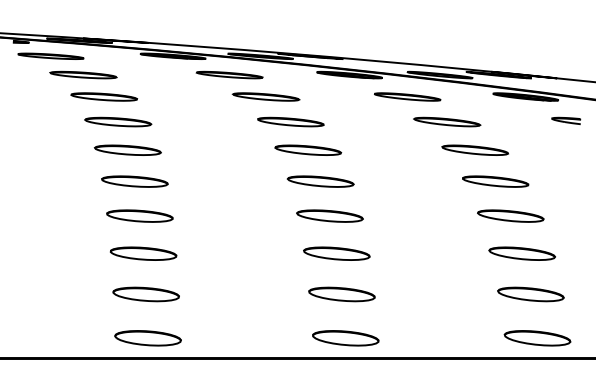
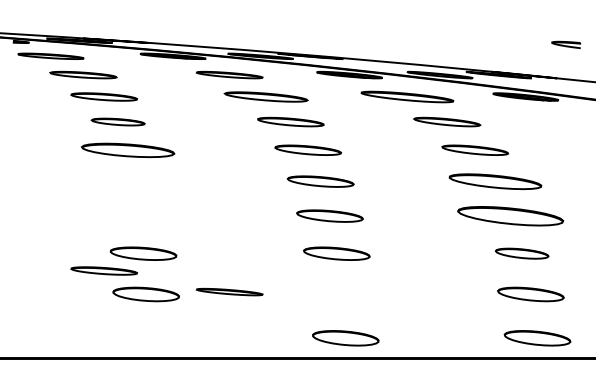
part at (265, 96) size: 70x10 px -> 86x12 px
part at (407, 96) size: 68x10 px -> 95x14 px
part at (566, 120) position: (566, 120) -> (566, 44)
part at (118, 121) size: 69x12 px -> 56x10 px
part at (127, 149) size: 69x12 px -> 95x17 px
part at (134, 181): present -> none
part at (495, 181) size: 68x13 px -> 95x18 px
part at (139, 215): present -> none
part at (510, 215) size: 68x14 px -> 108x21 px
part at (521, 253) size: 68x15 px -> 56x13 px
part at (103, 270): none -> present
part at (229, 291): none -> present
part at (341, 294): present -> none
part at (147, 338): present -> none
